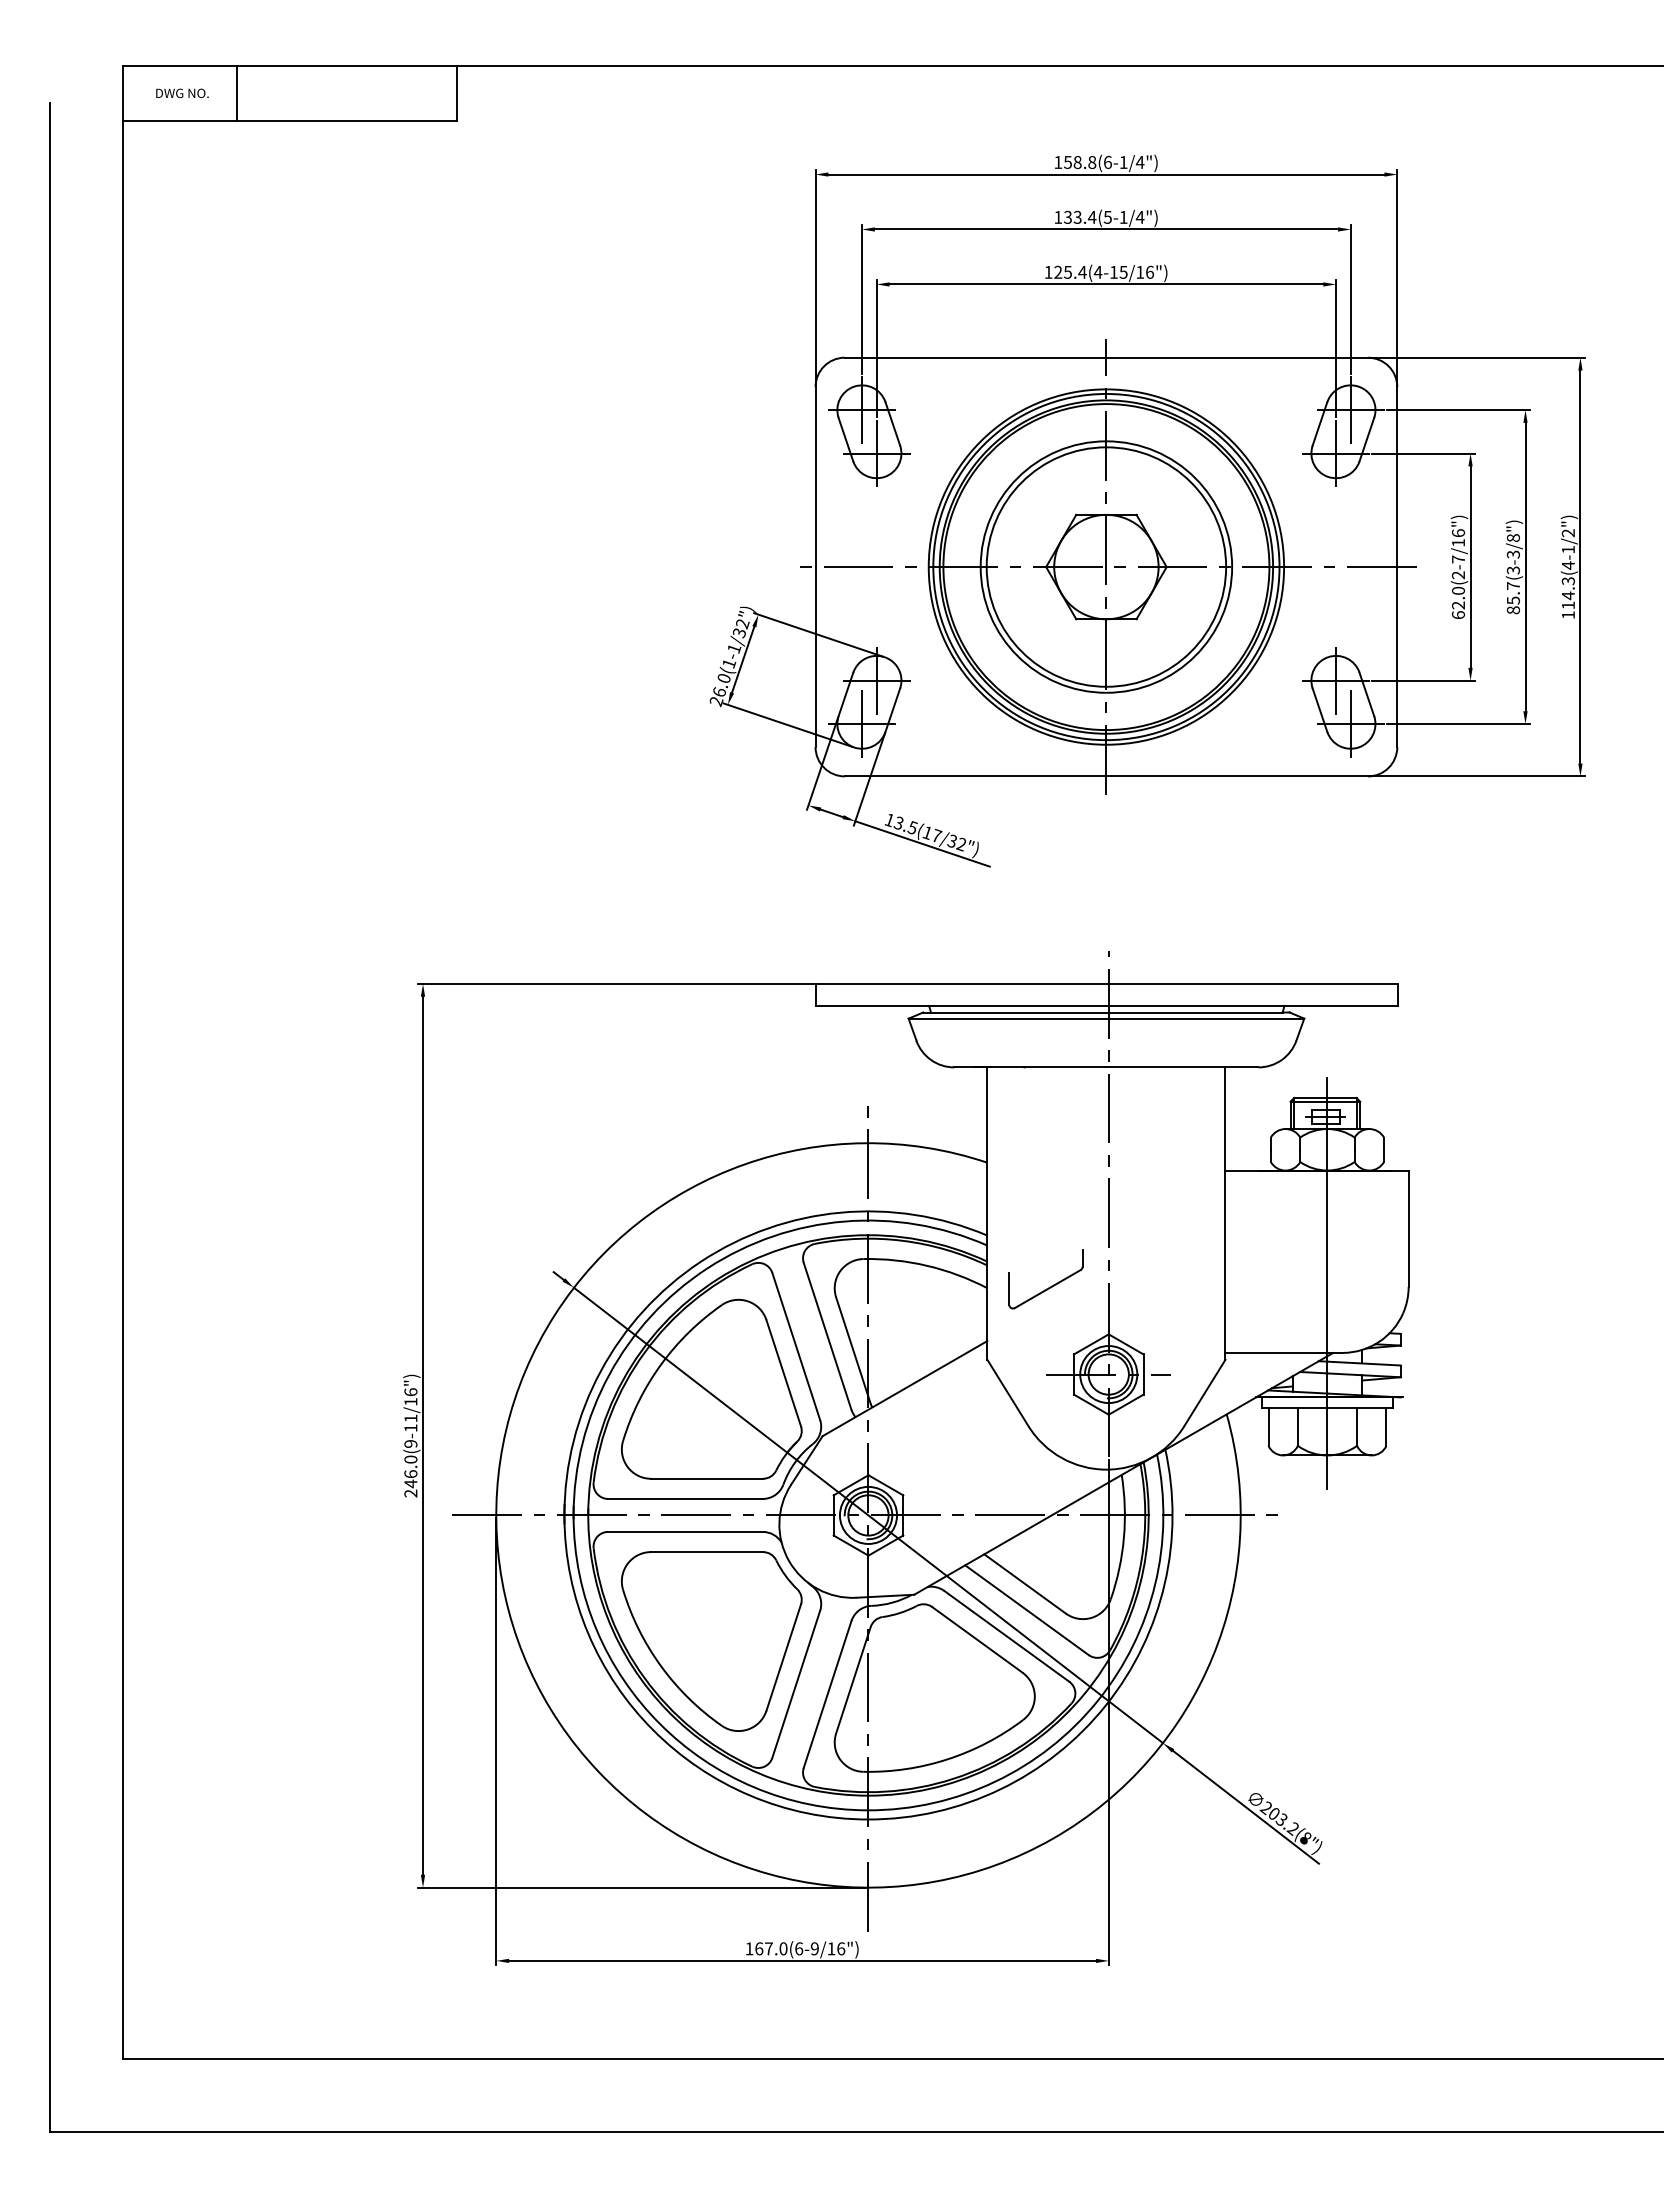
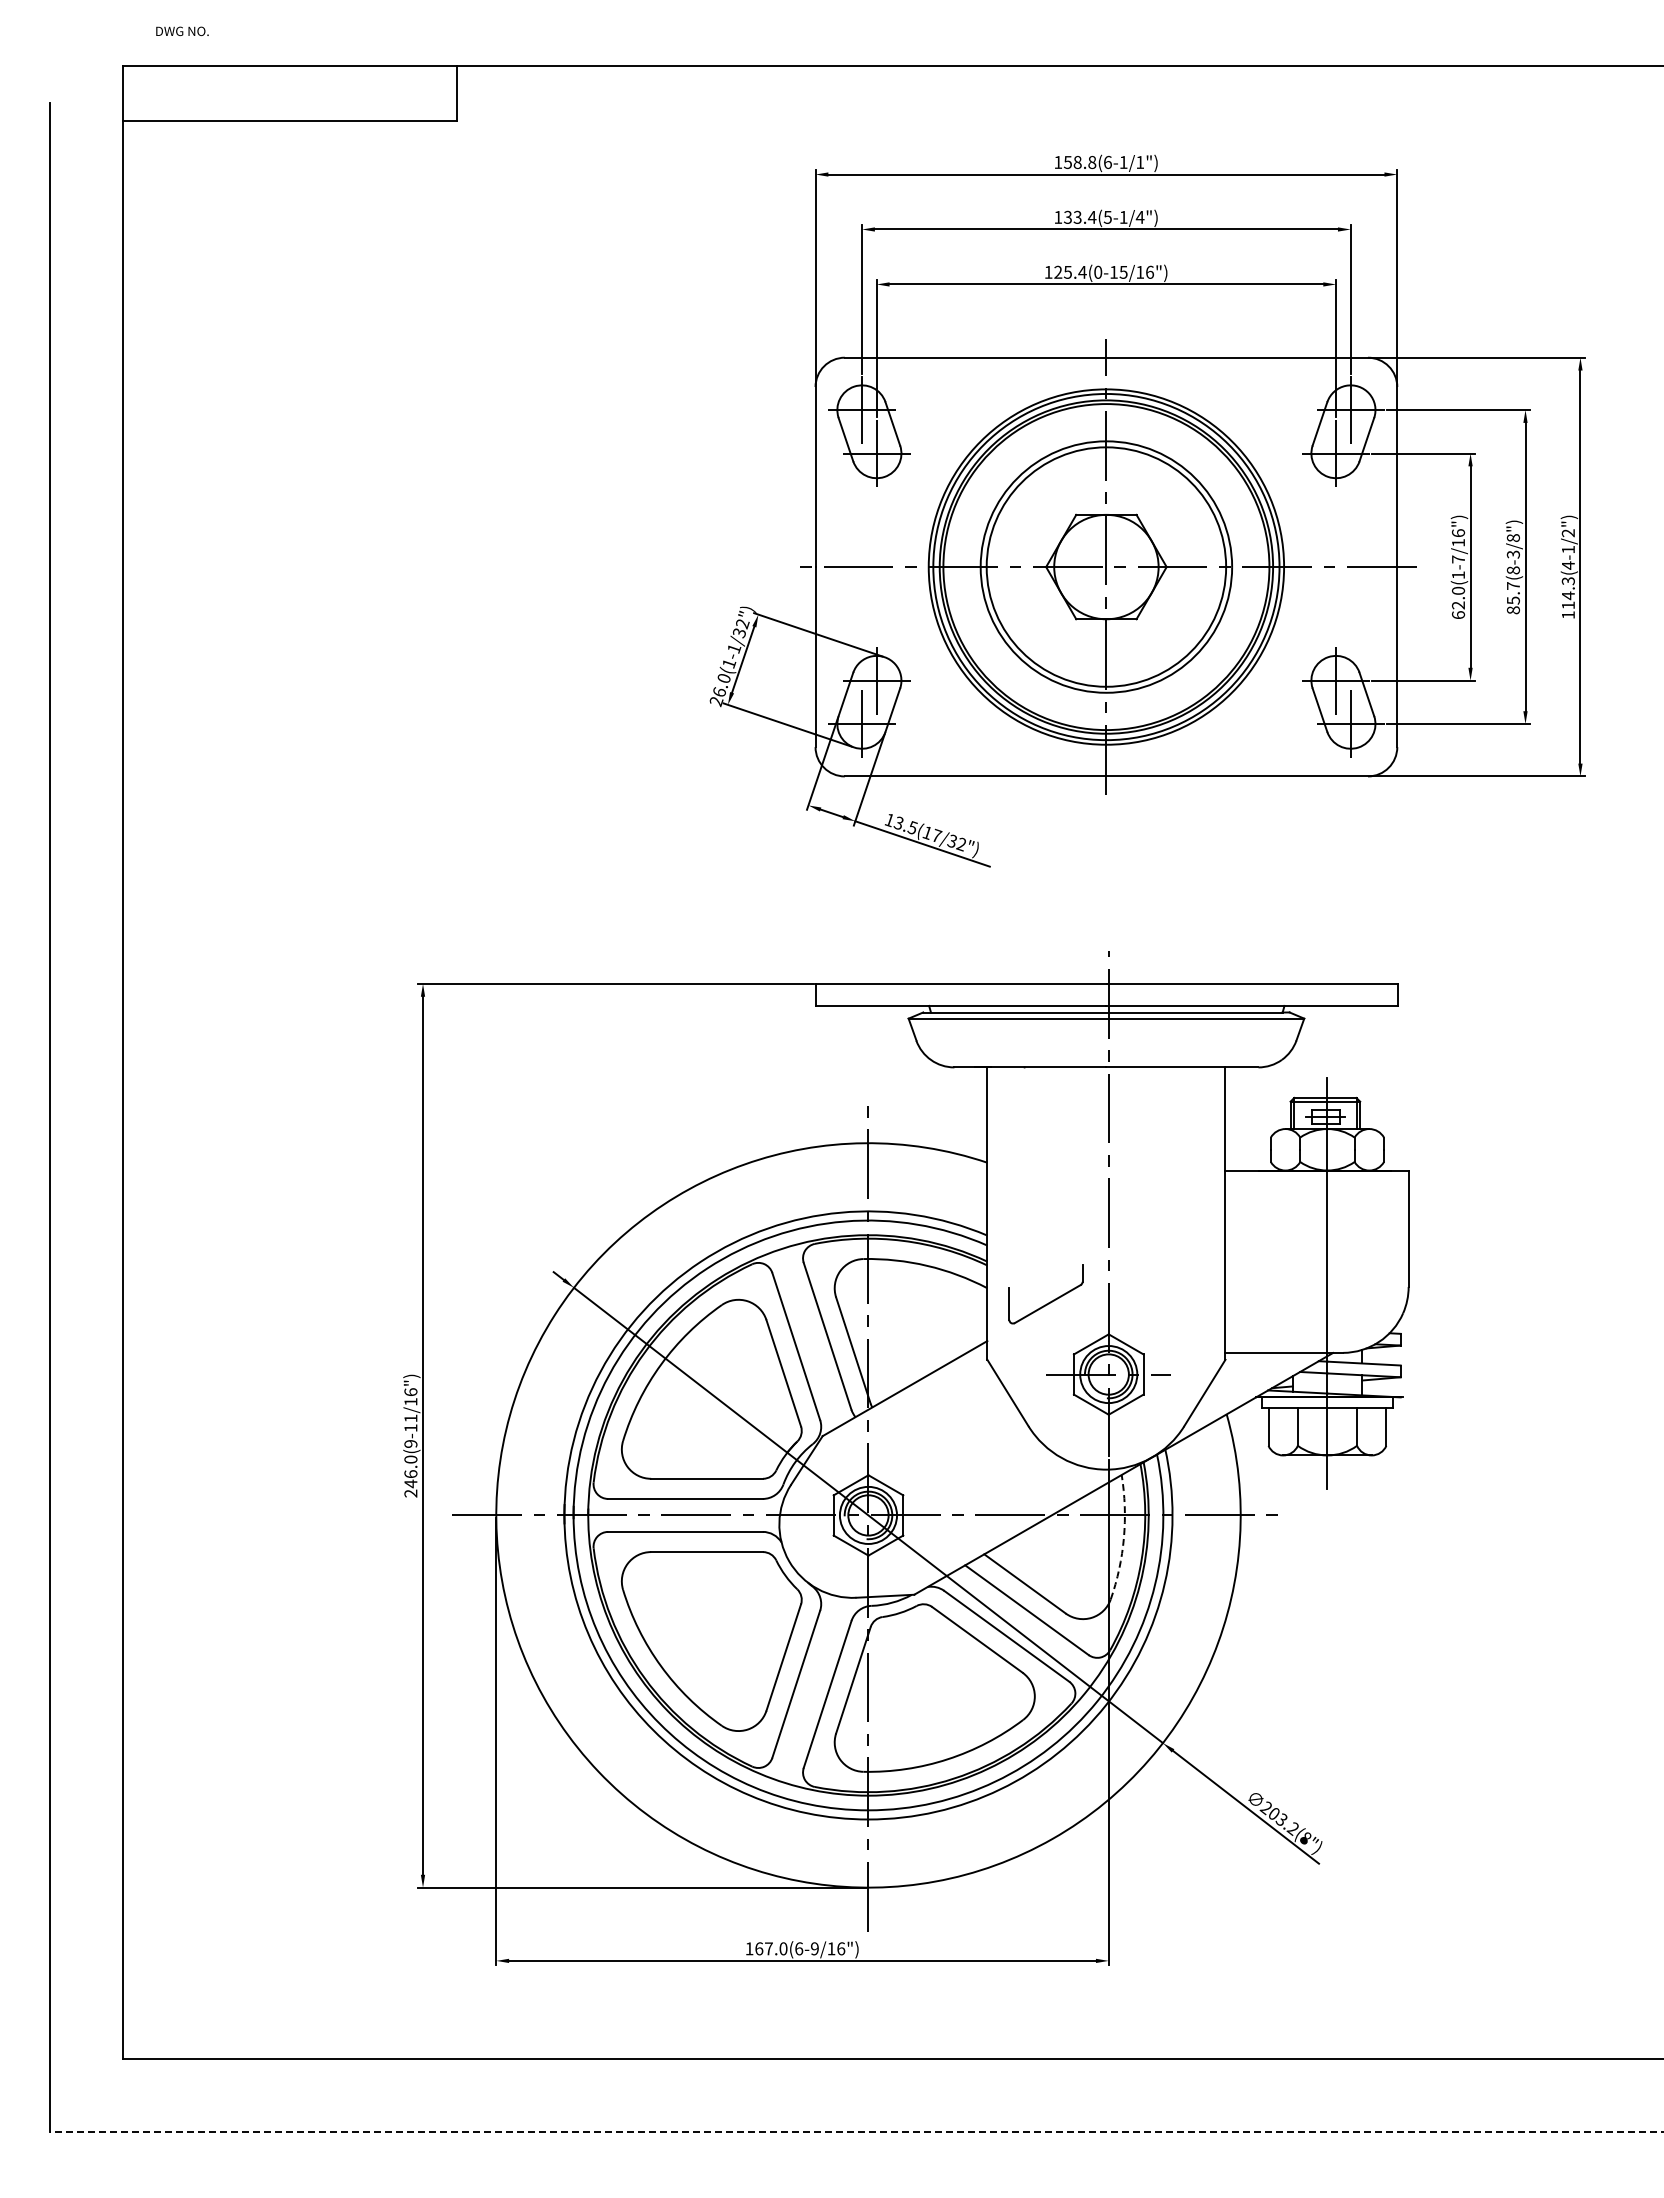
line at (236, 92): present -> none
text at (182, 93) position: (182, 93) -> (182, 31)
text at (1139, 162): 158.8(6-1/4") -> 158.8(6-1/1")
text at (1097, 271): 125.4(4-15/16") -> 125.4(0-15/16")
text at (1513, 570): 85.7(3-3/8") -> 85.7(8-3/8")
text at (1457, 575): 62.0(2-7/16") -> 62.0(1-7/16")
part at (1051, 1285) position: (1051, 1285) -> (1051, 1300)
arc at (1123, 1537): solid -> dashed
line at (856, 2132): solid -> dashed
